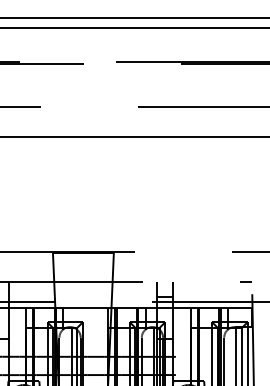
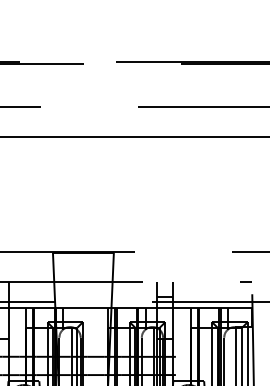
line at (134, 18): present -> none
line at (134, 27): present -> none
